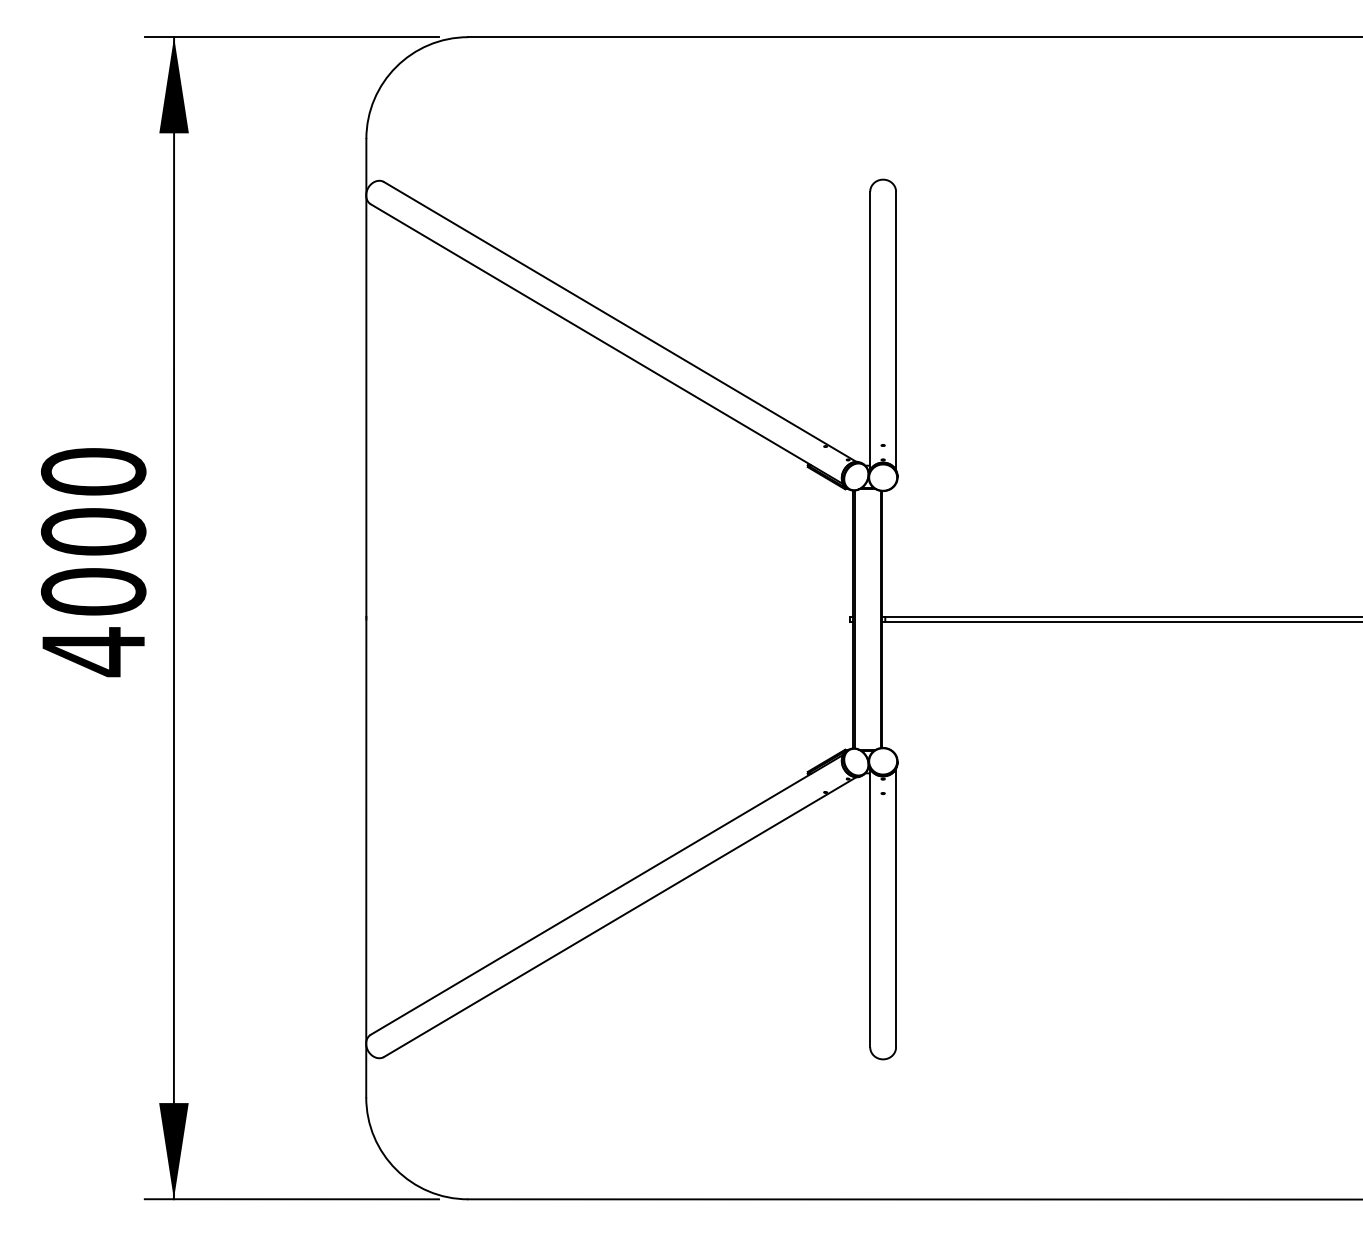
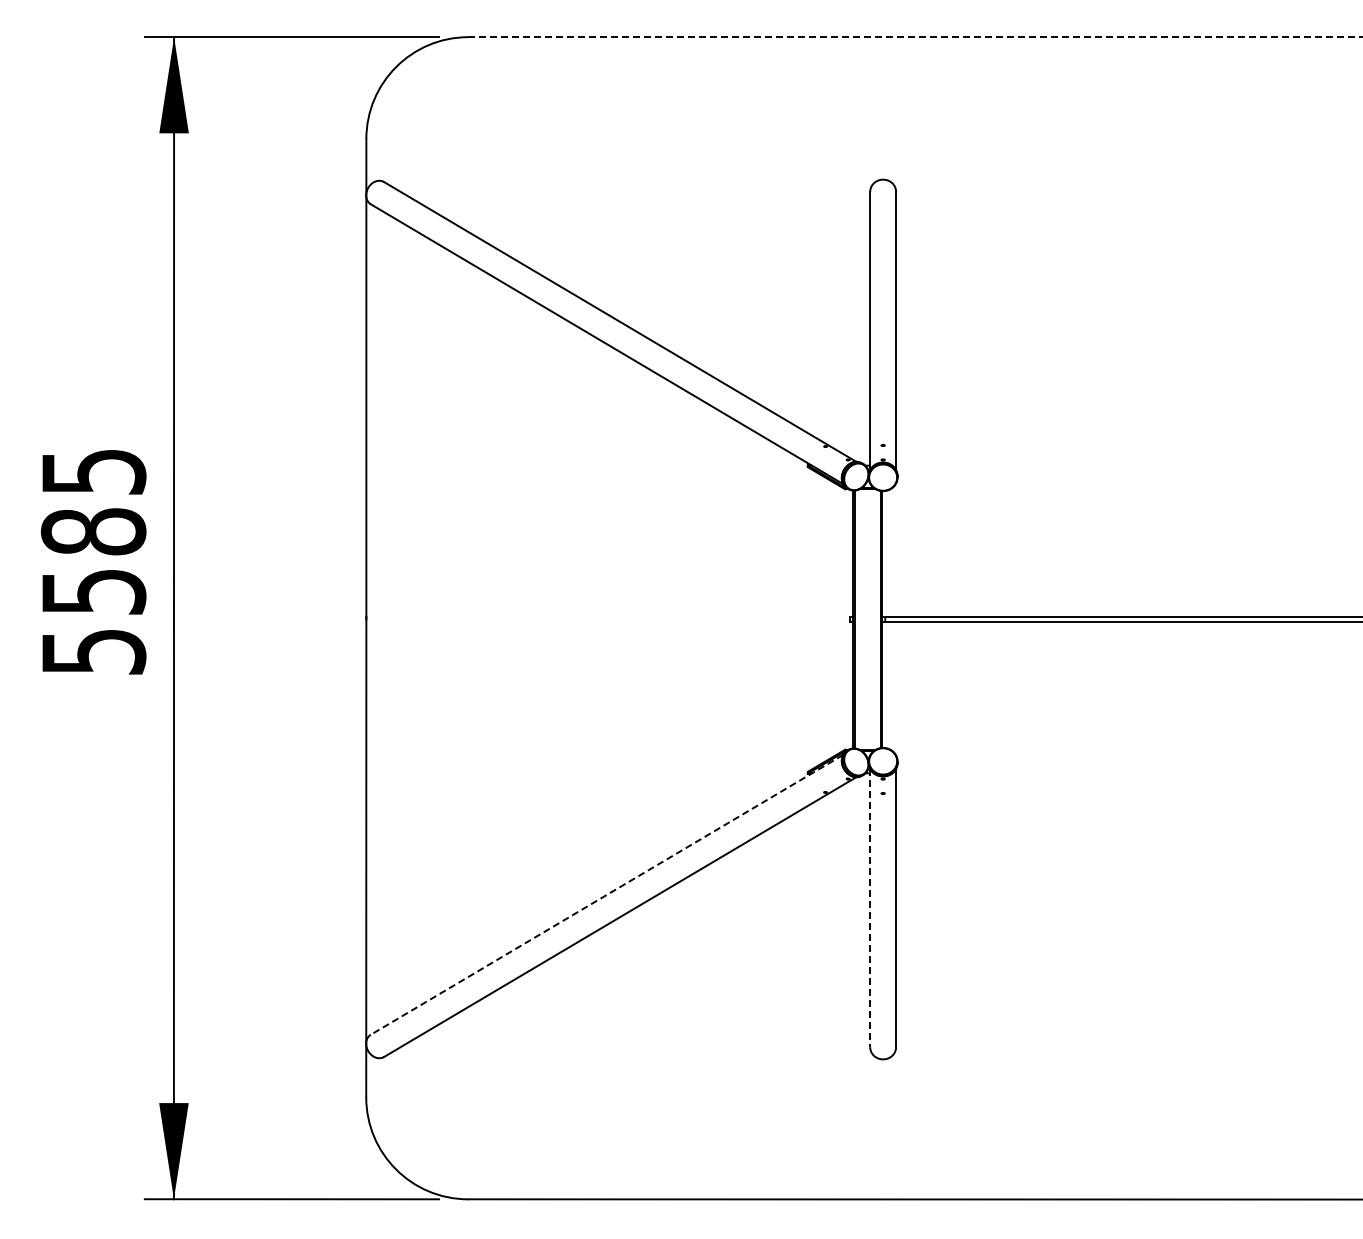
line at (915, 37): solid -> dashed
text at (93, 562): 4000 -> 5585
line at (606, 894): solid -> dashed
line at (870, 908): solid -> dashed
